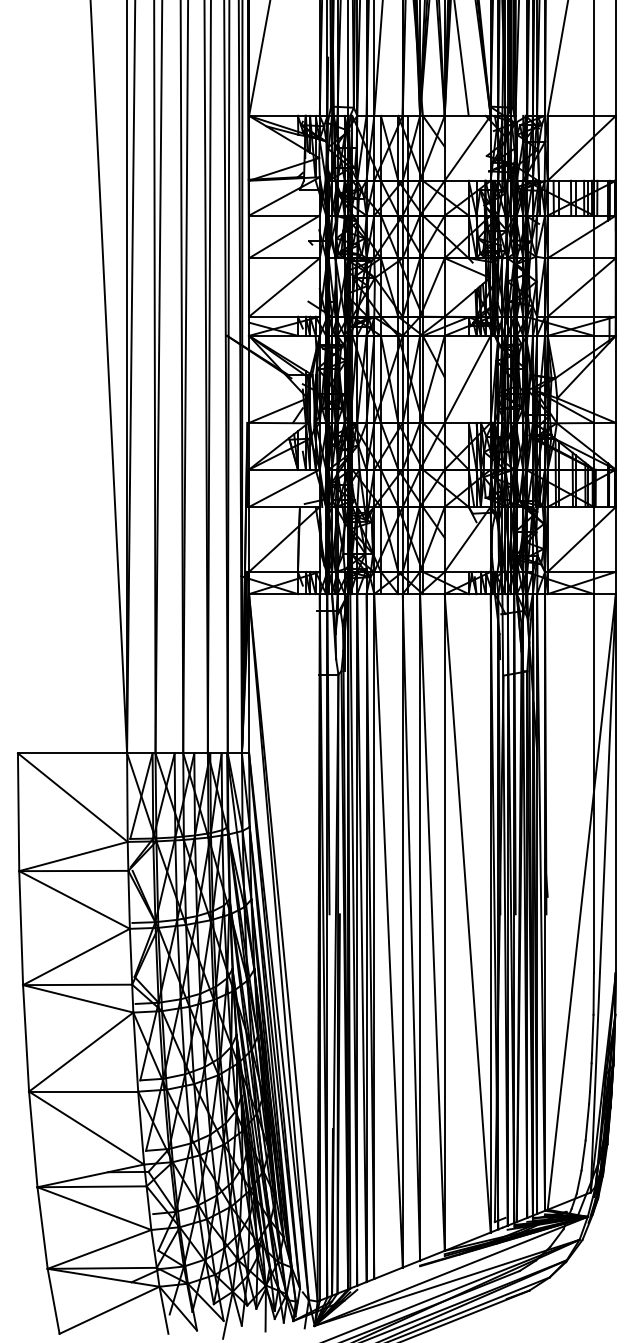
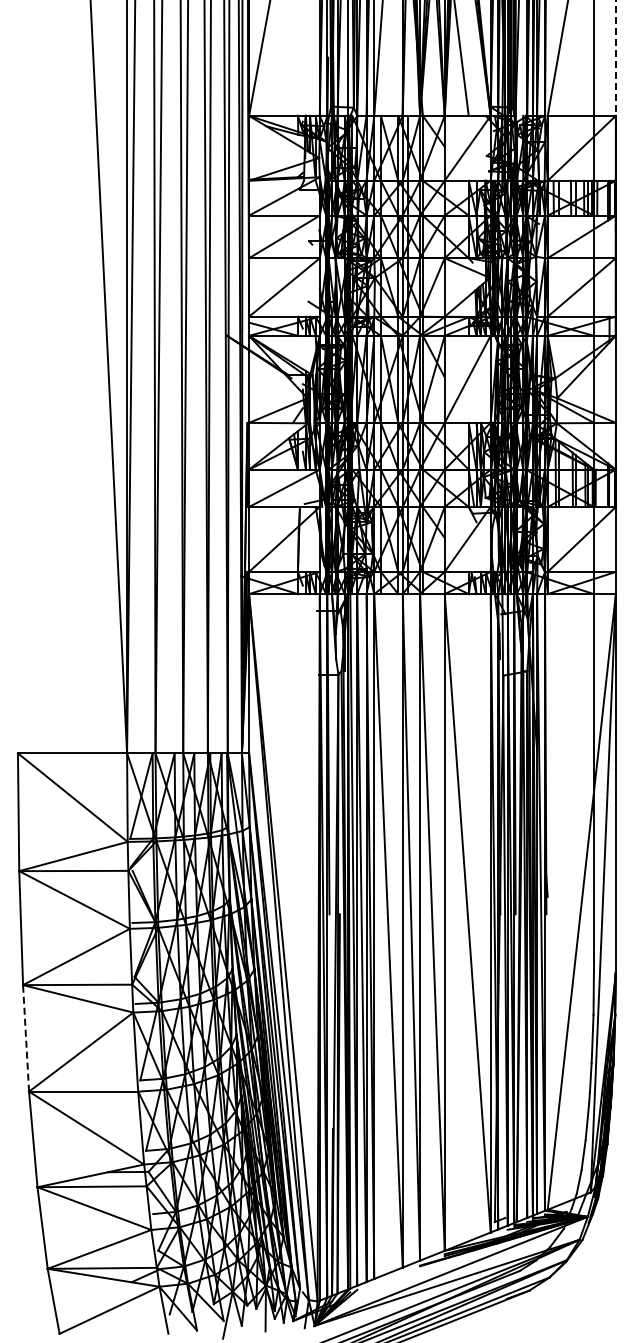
line at (615, 58): solid -> dashed
line at (26, 1037): solid -> dashed
